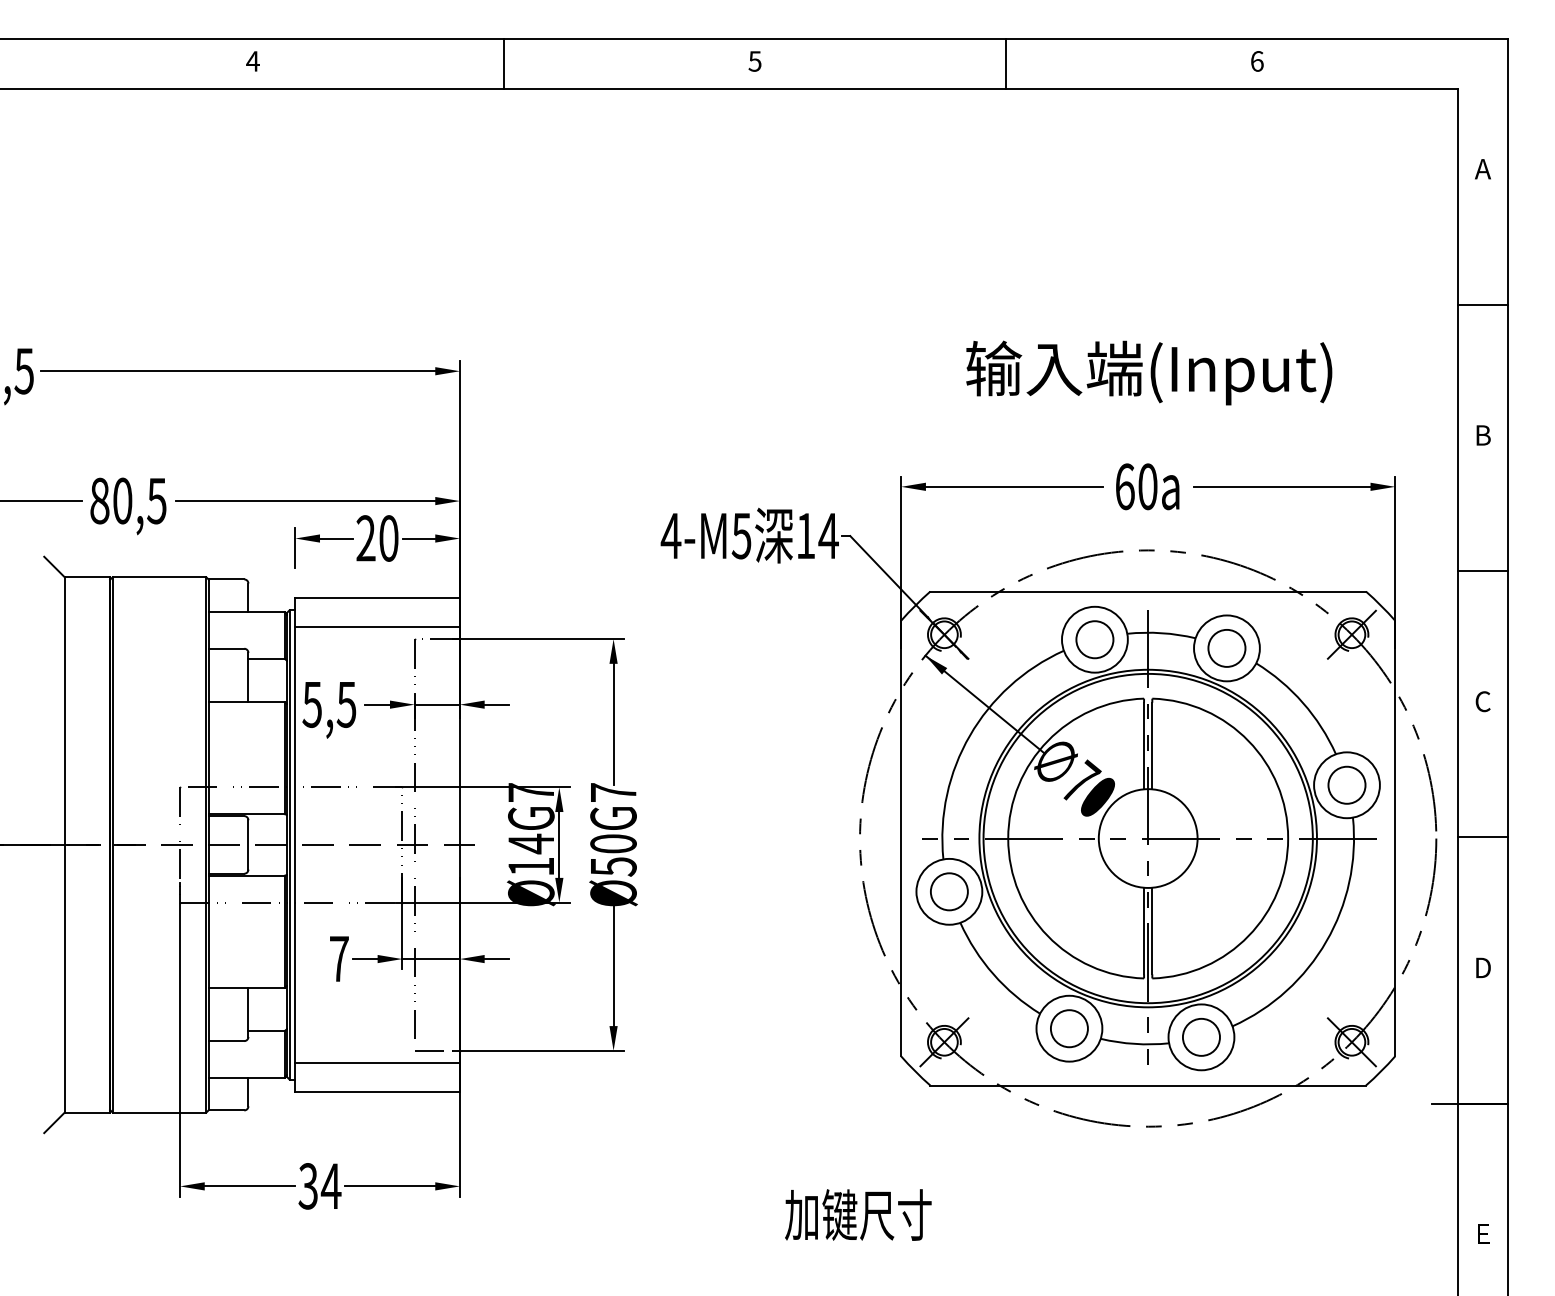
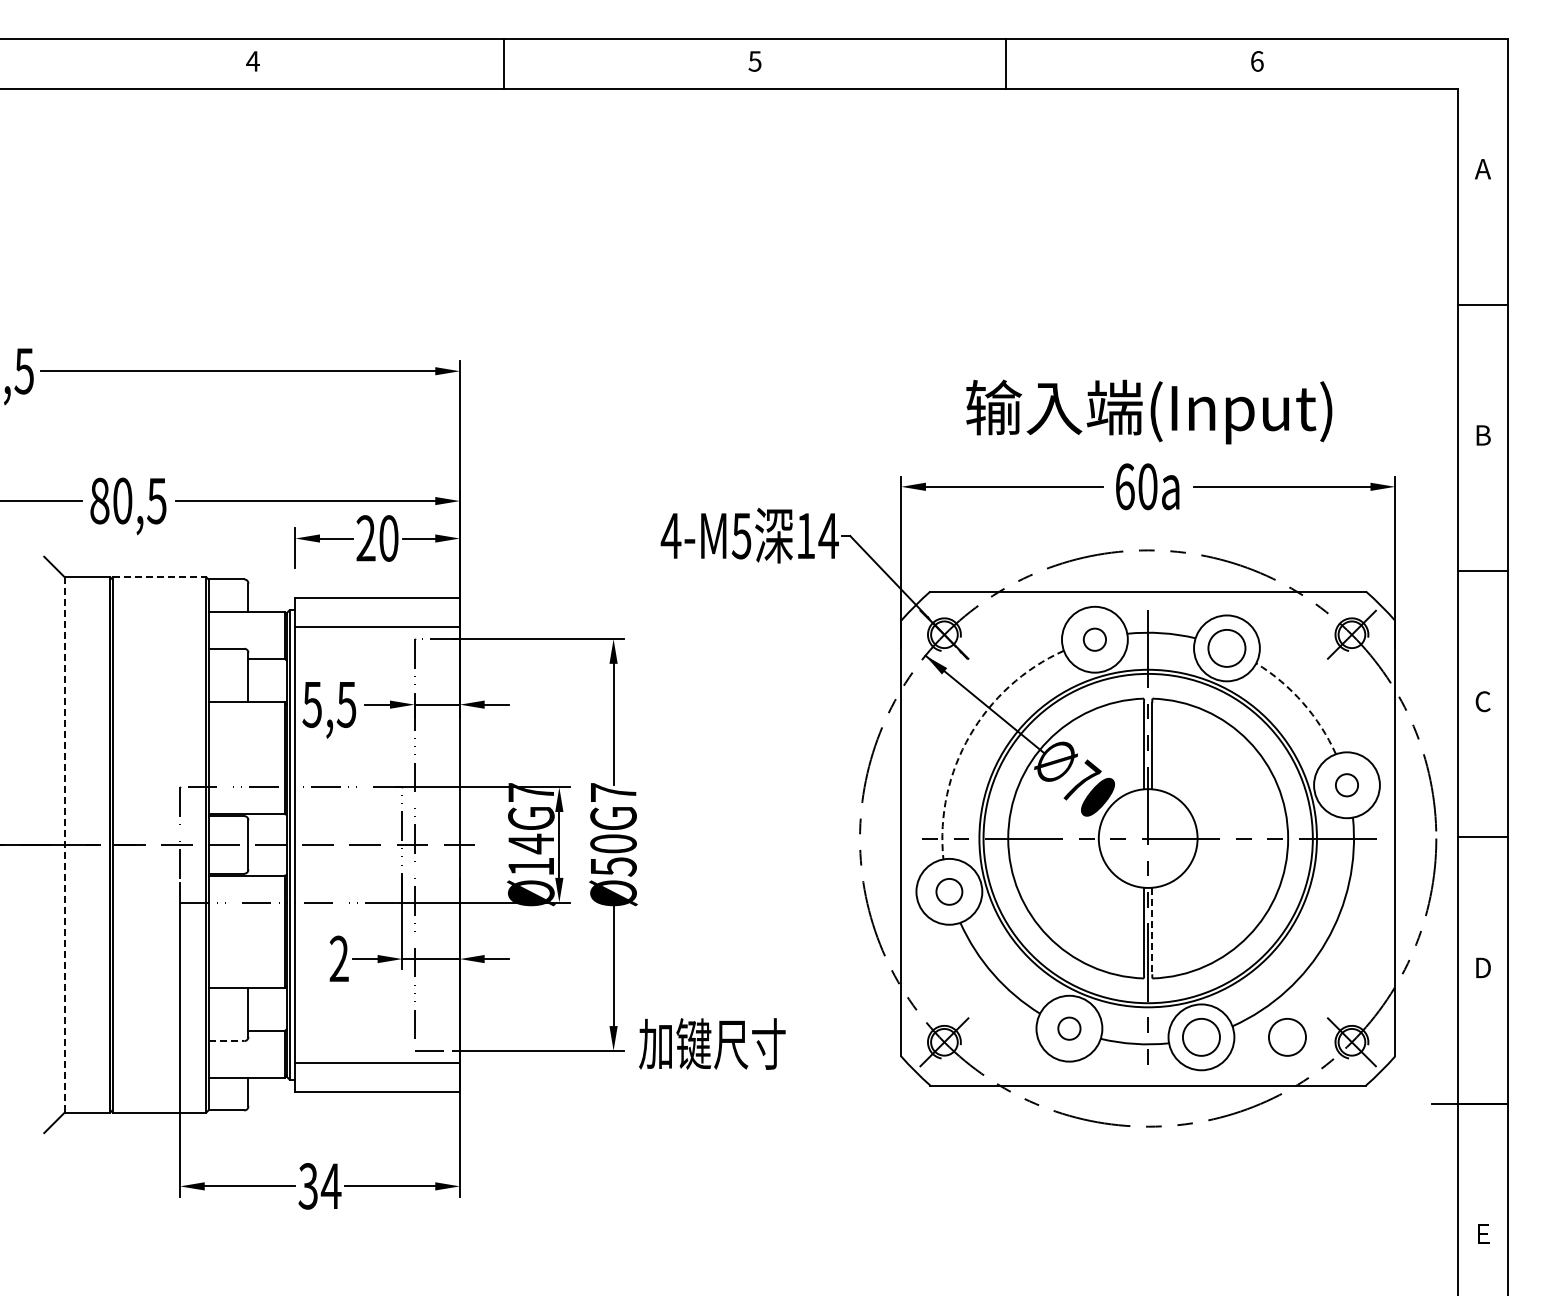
text at (1149, 372) position: (1149, 372) -> (1149, 411)
line at (159, 577): solid -> dashed
circle at (1094, 639) diameter: 37 px -> 22 px
arc at (1302, 702): solid -> dashed
arc at (969, 735): solid -> dashed
circle at (1346, 784) diameter: 37 px -> 22 px
line at (64, 844): solid -> dashed
circle at (949, 891) size: 39x40 px -> 29x28 px
line at (1152, 931): solid -> dashed
text at (338, 958): 7 -> 2
circle at (1068, 1028) diameter: 37 px -> 22 px
circle at (1287, 1037): none -> present
line at (226, 1041): solid -> dashed
text at (858, 1214) position: (858, 1214) -> (712, 1043)
